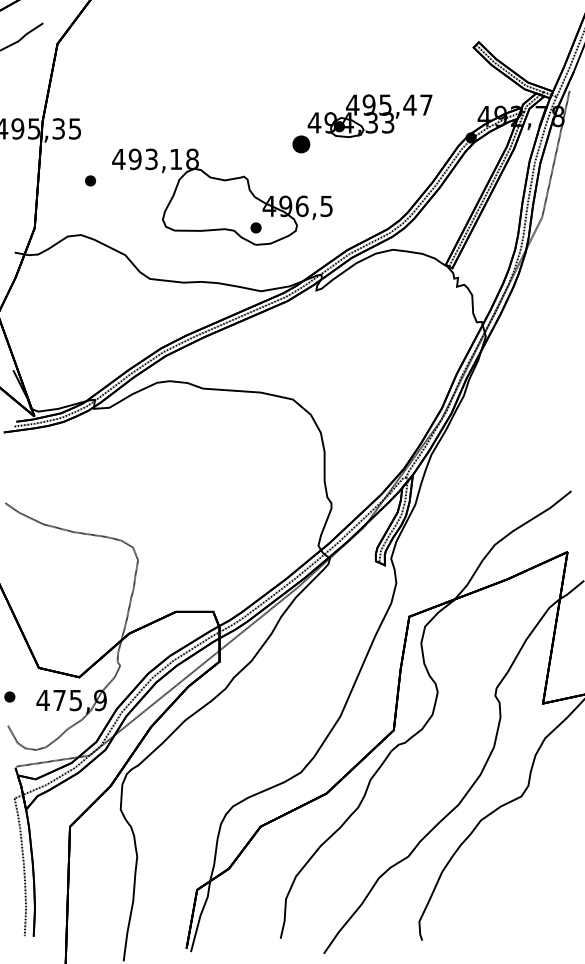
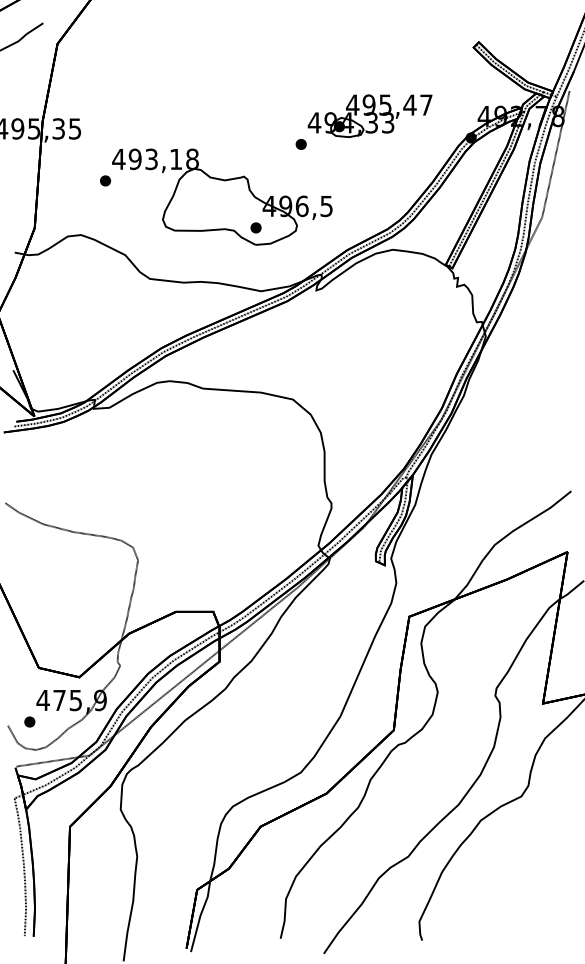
part at (301, 144) size: 19x19 px -> 12x11 px
part at (90, 180) position: (90, 180) -> (105, 180)
part at (9, 696) position: (9, 696) -> (29, 721)
